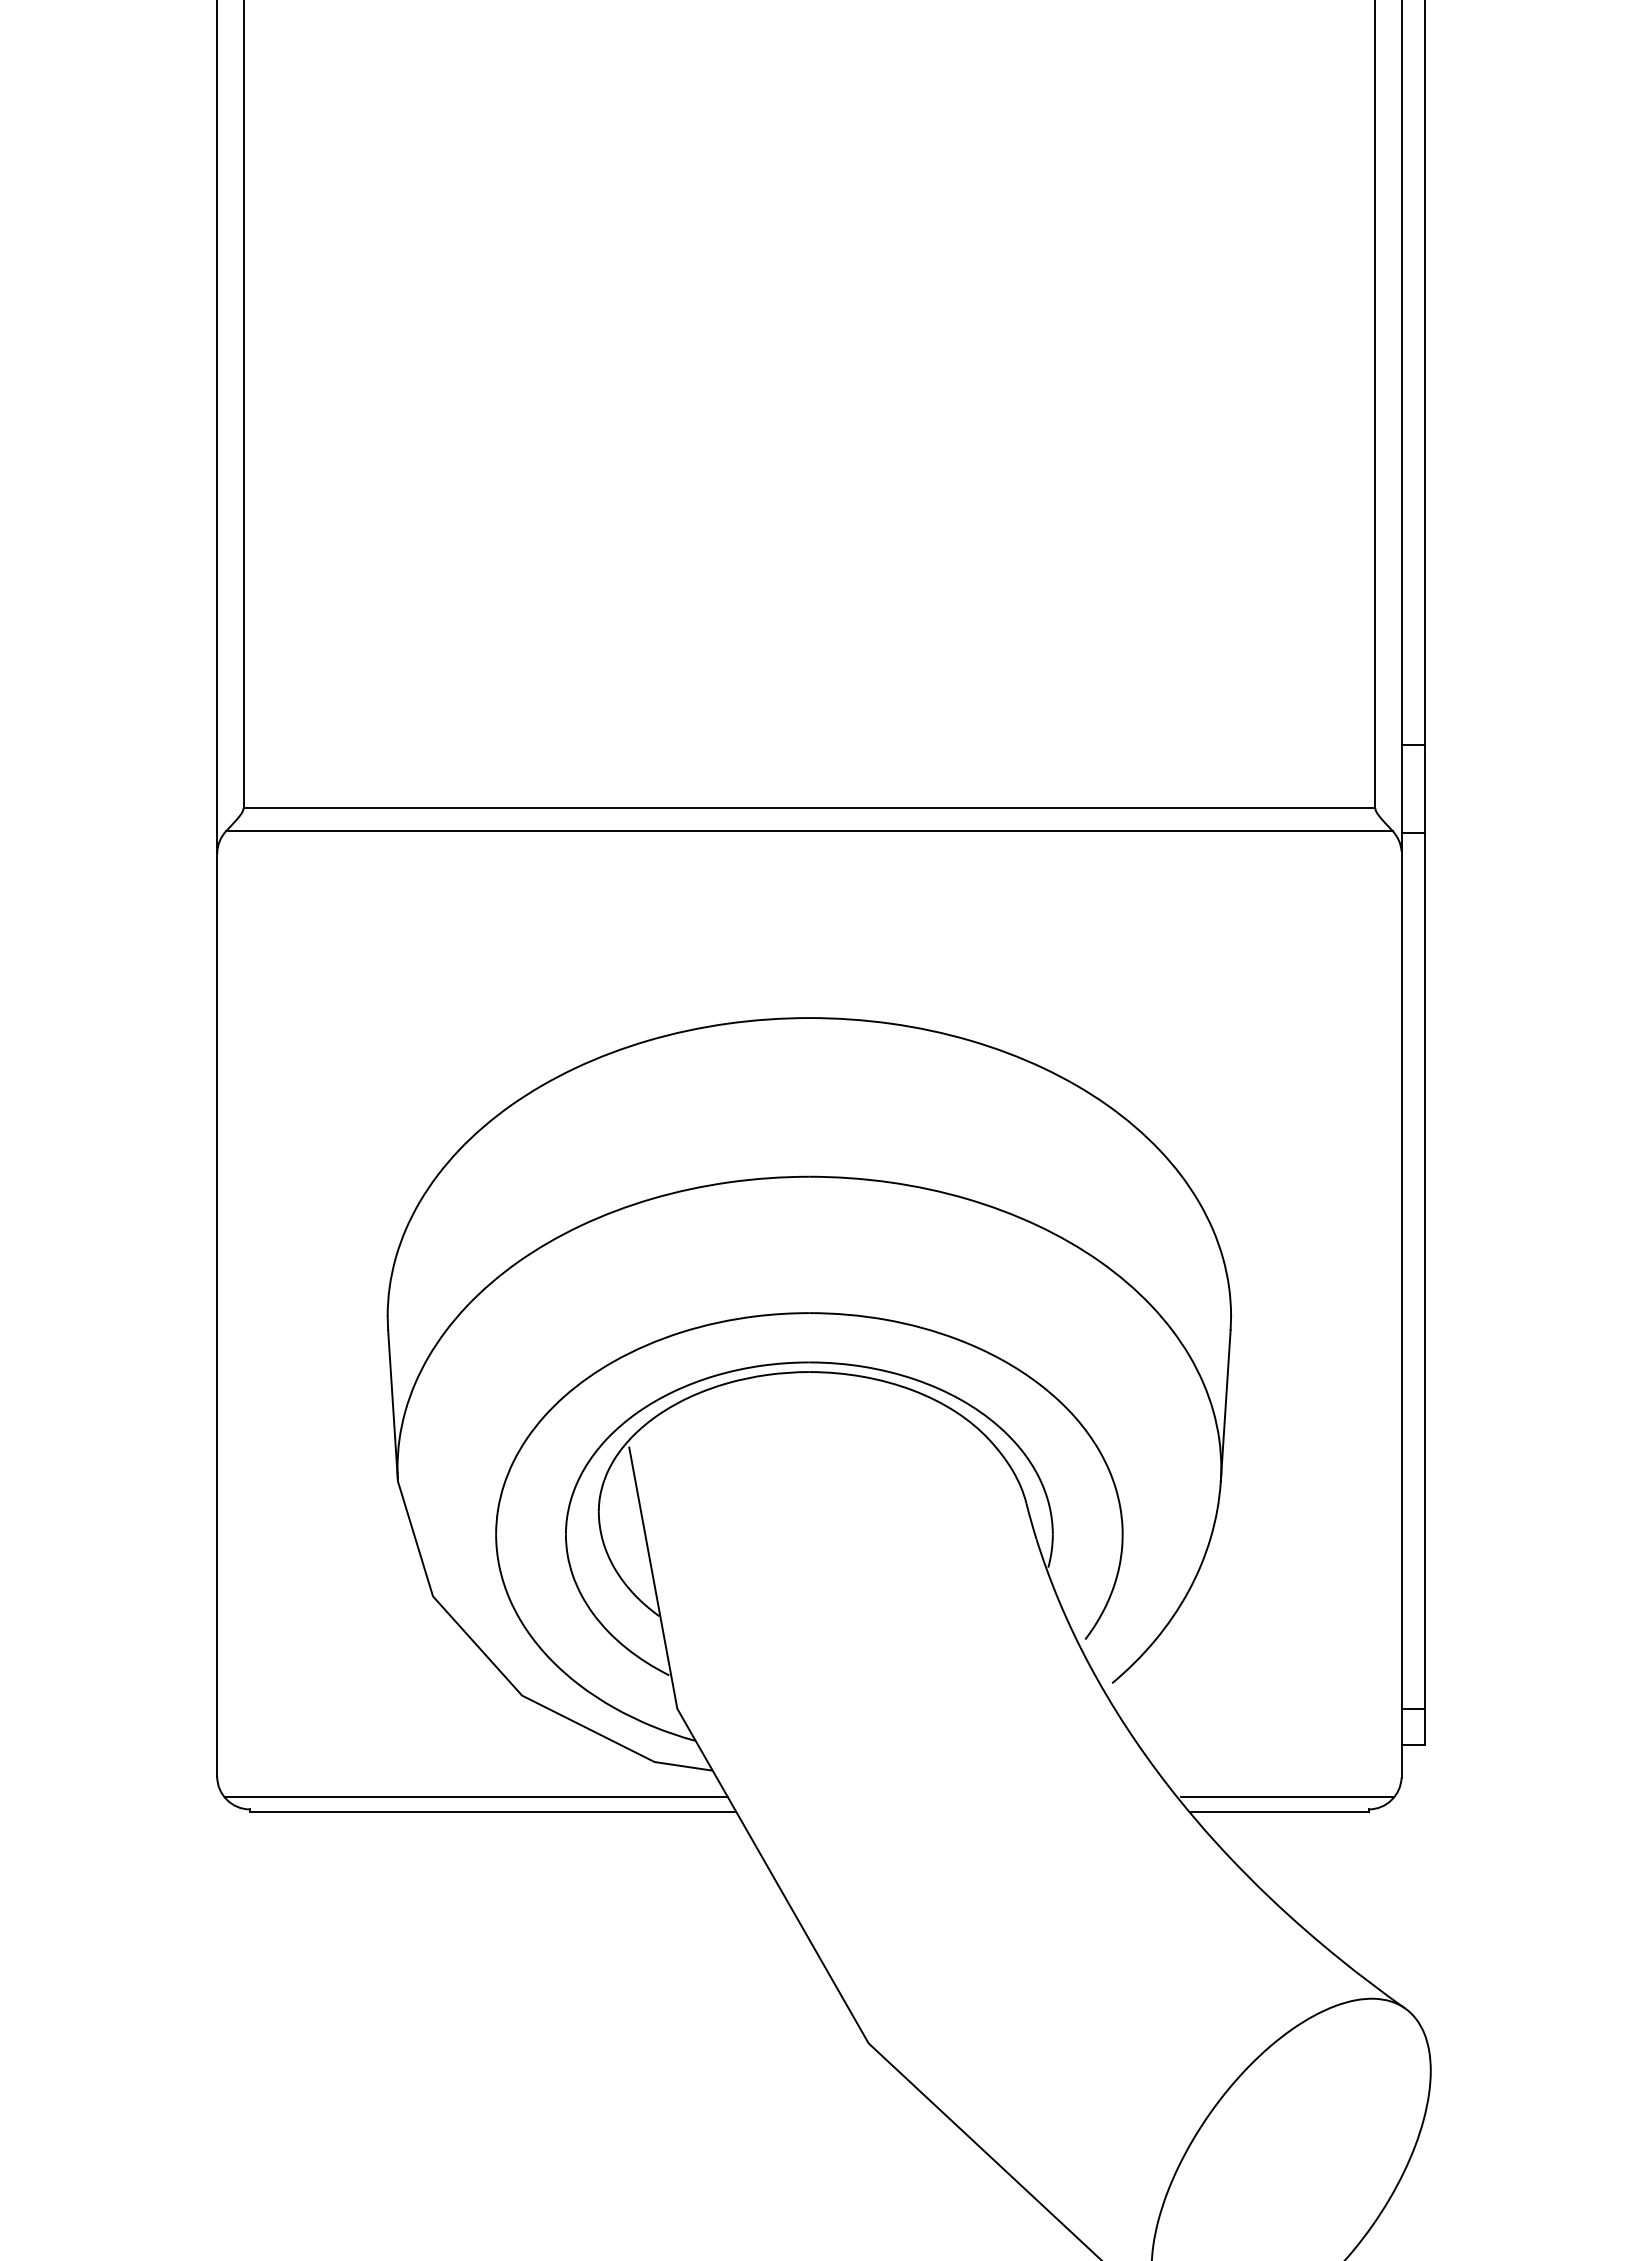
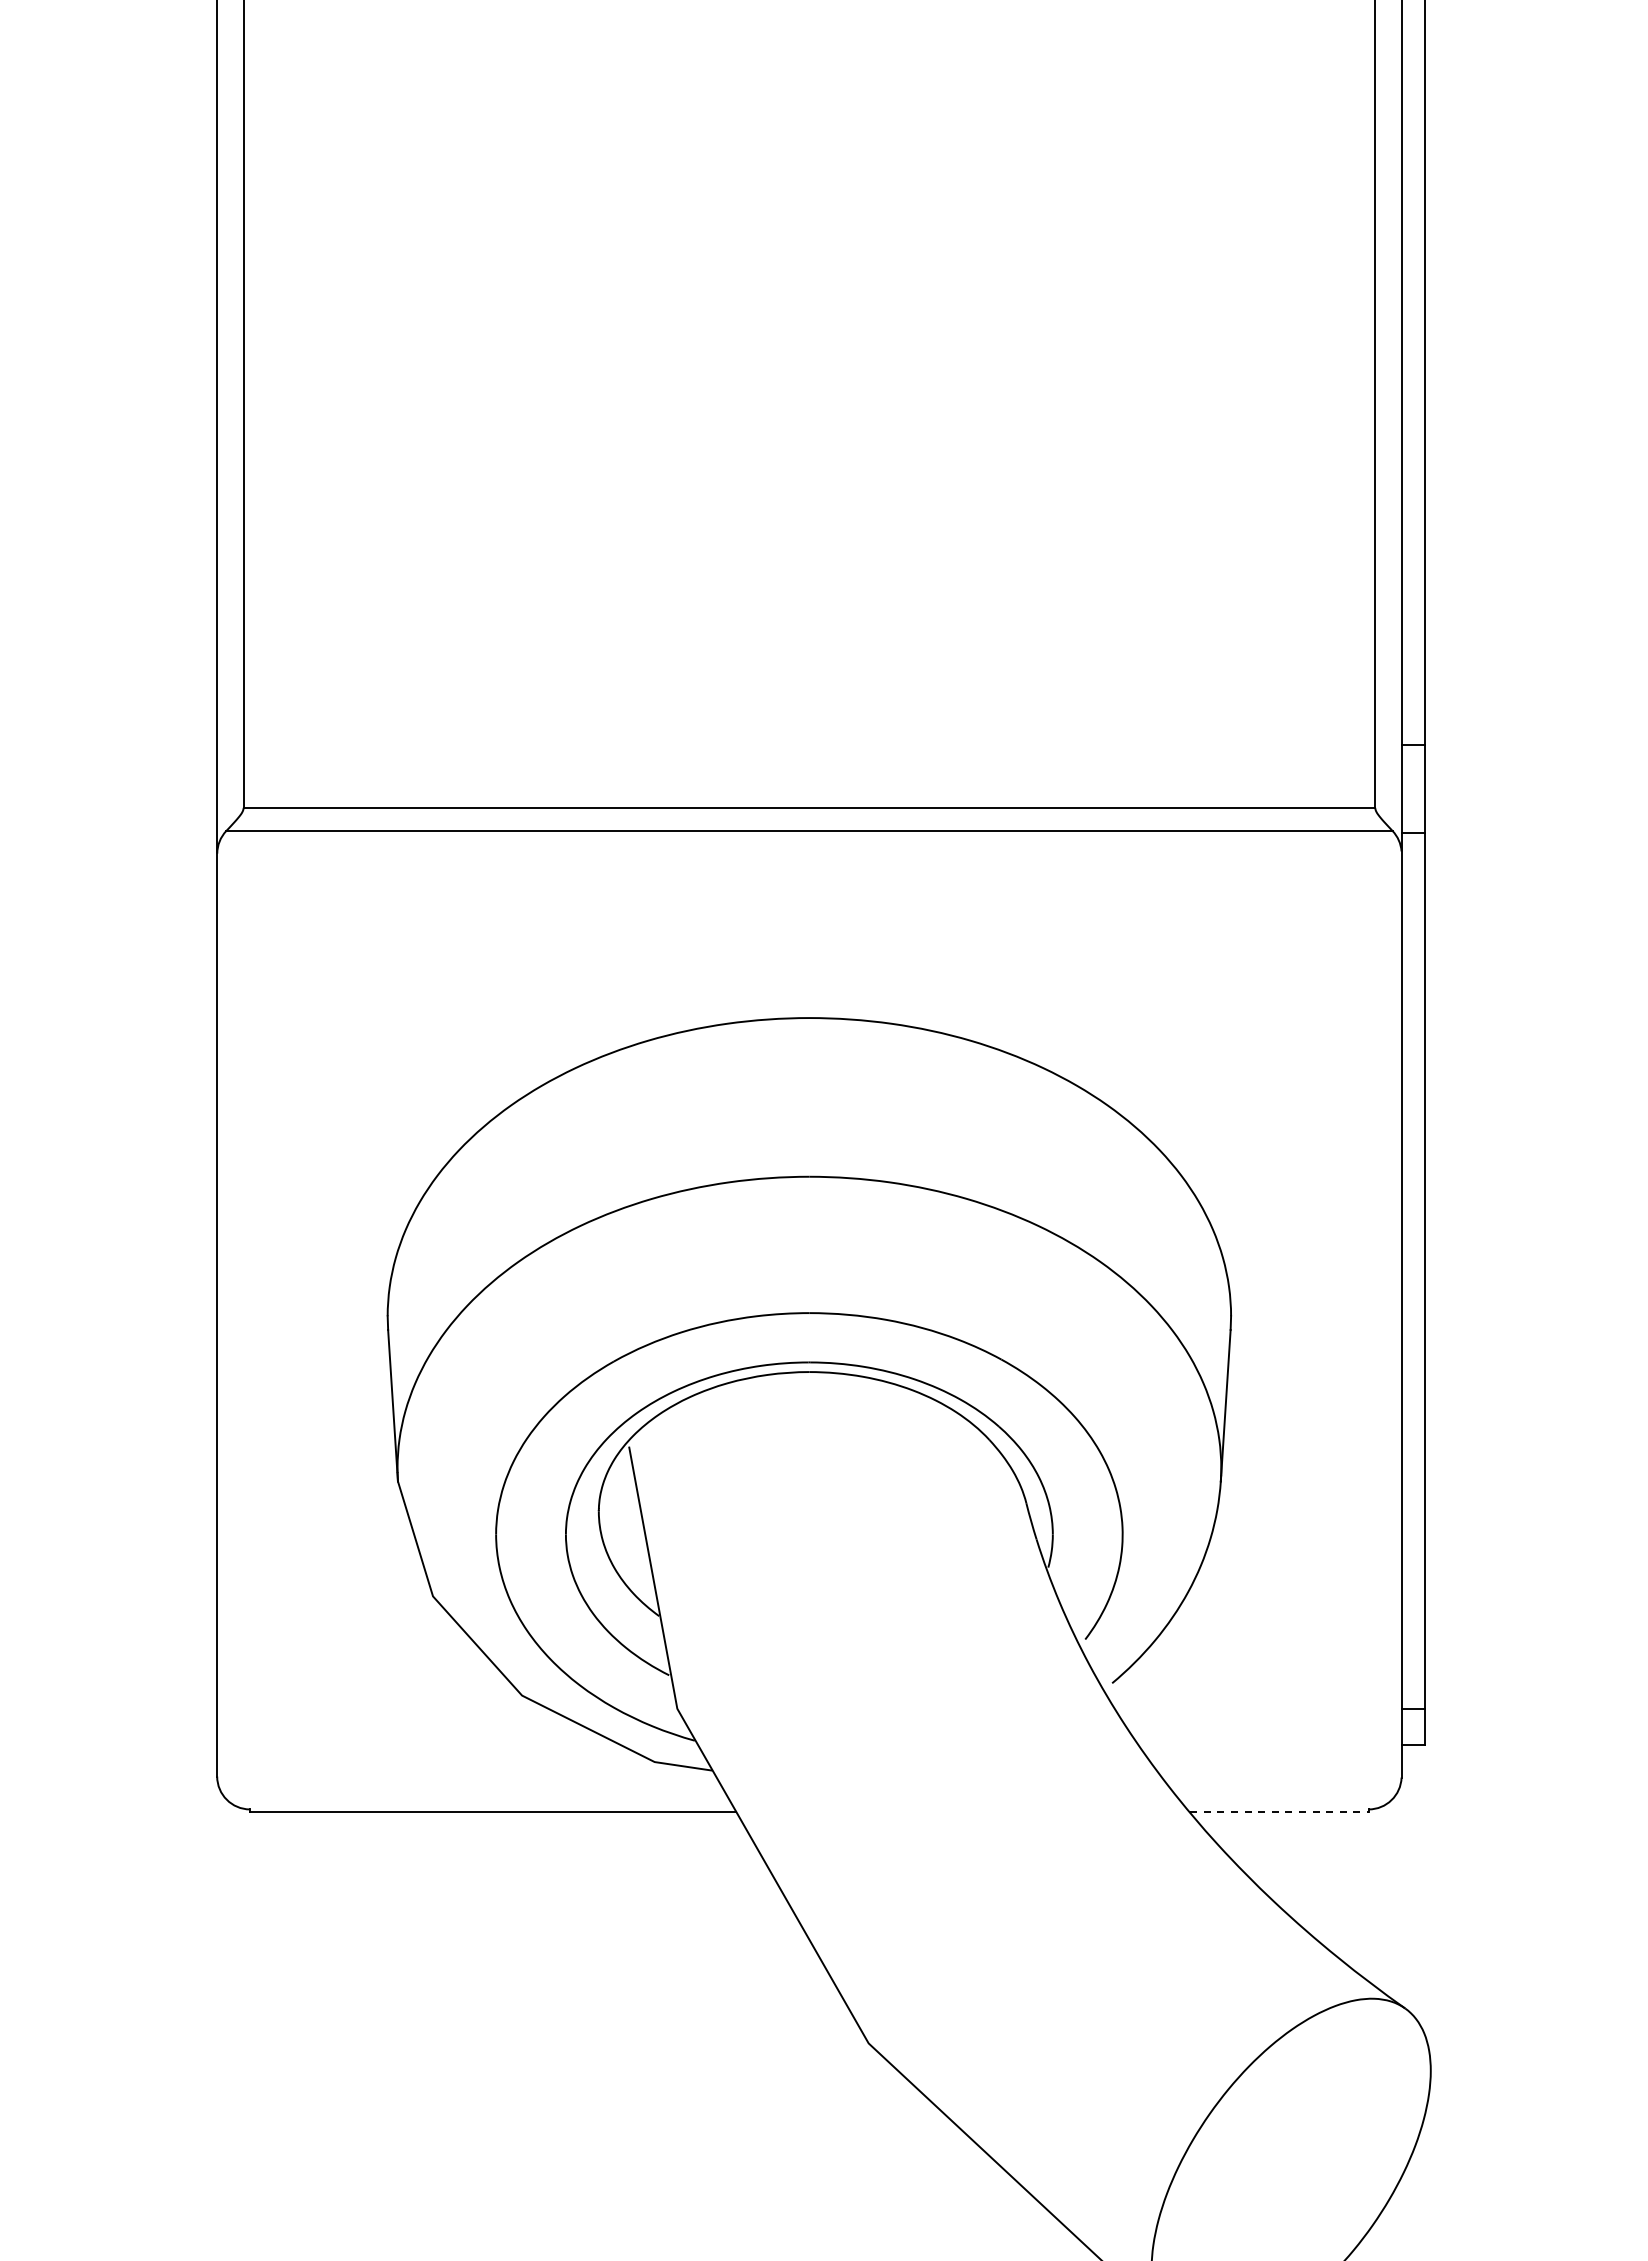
line at (475, 1797): present -> none
line at (1287, 1797): present -> none
line at (1279, 1811): solid -> dashed
